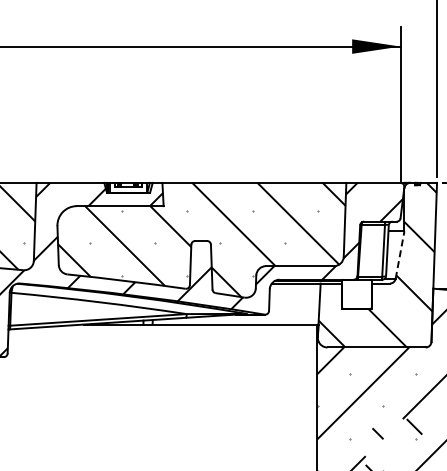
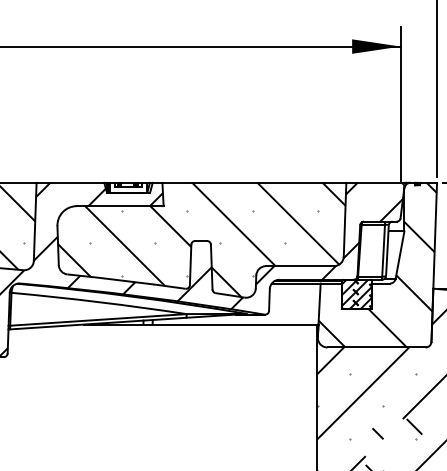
line at (400, 254): dashed -> solid
hatch at (356, 293): none -> present
